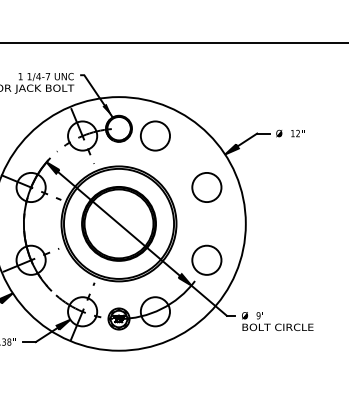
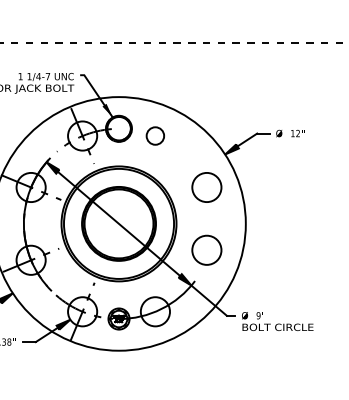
line at (174, 43): solid -> dashed
circle at (155, 135) diameter: 29 px -> 18 px
circle at (206, 259) position: (206, 259) -> (206, 249)
